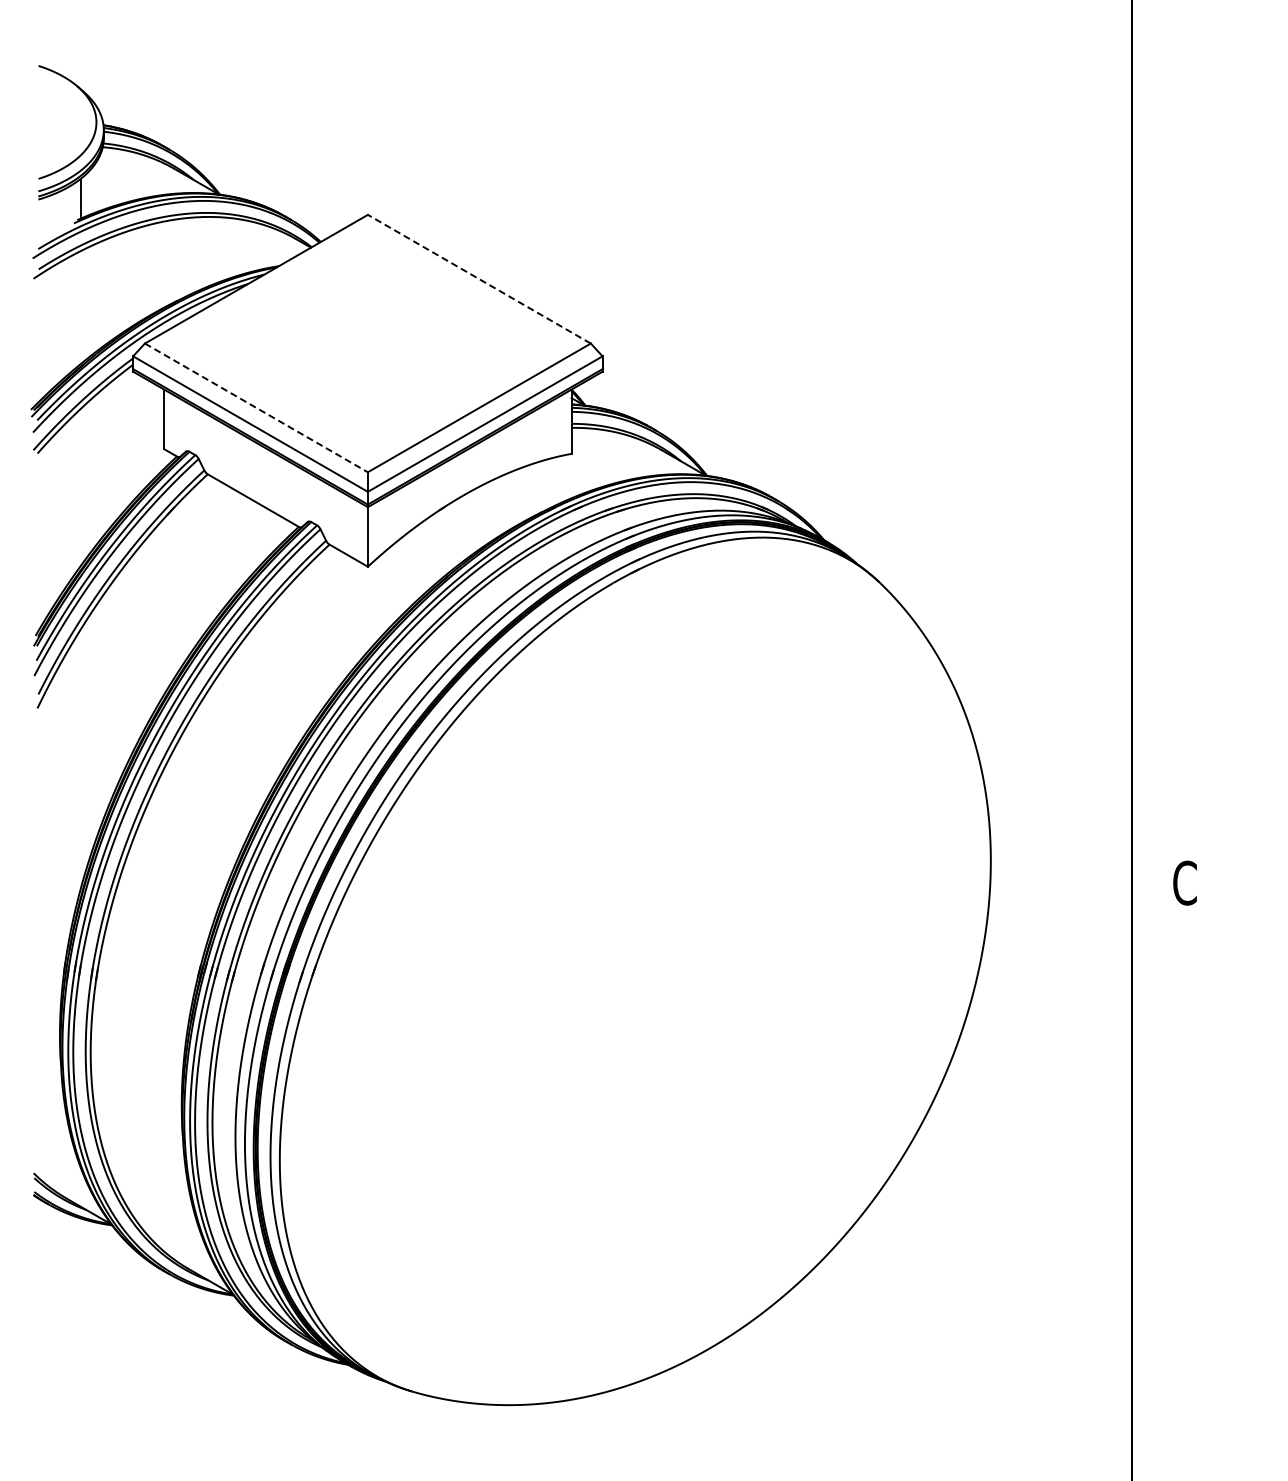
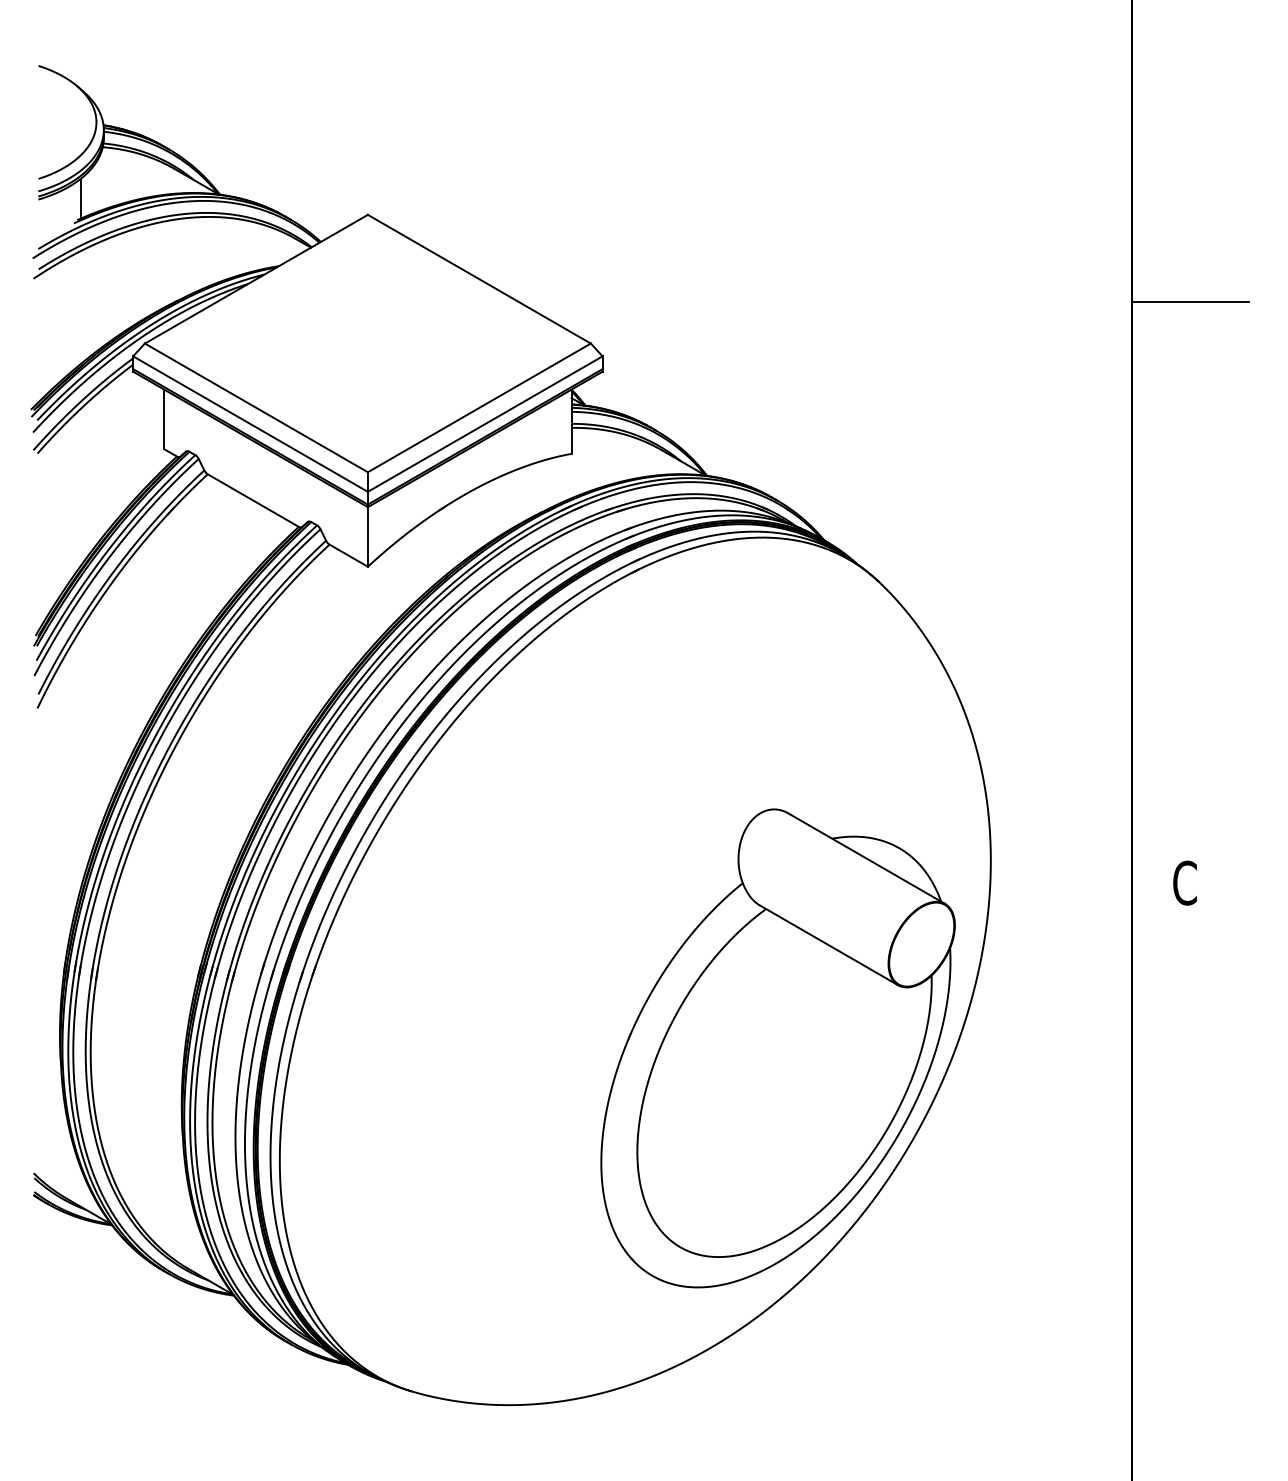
line at (479, 279): dashed -> solid
line at (1190, 301): none -> present
line at (256, 407): dashed -> solid
part at (777, 1048): none -> present
